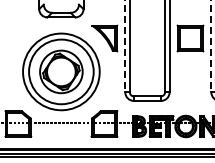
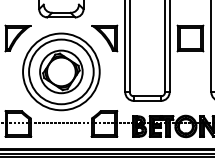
part at (17, 38): none -> present
line at (125, 46): dashed -> solid
line at (211, 46): dashed -> solid
